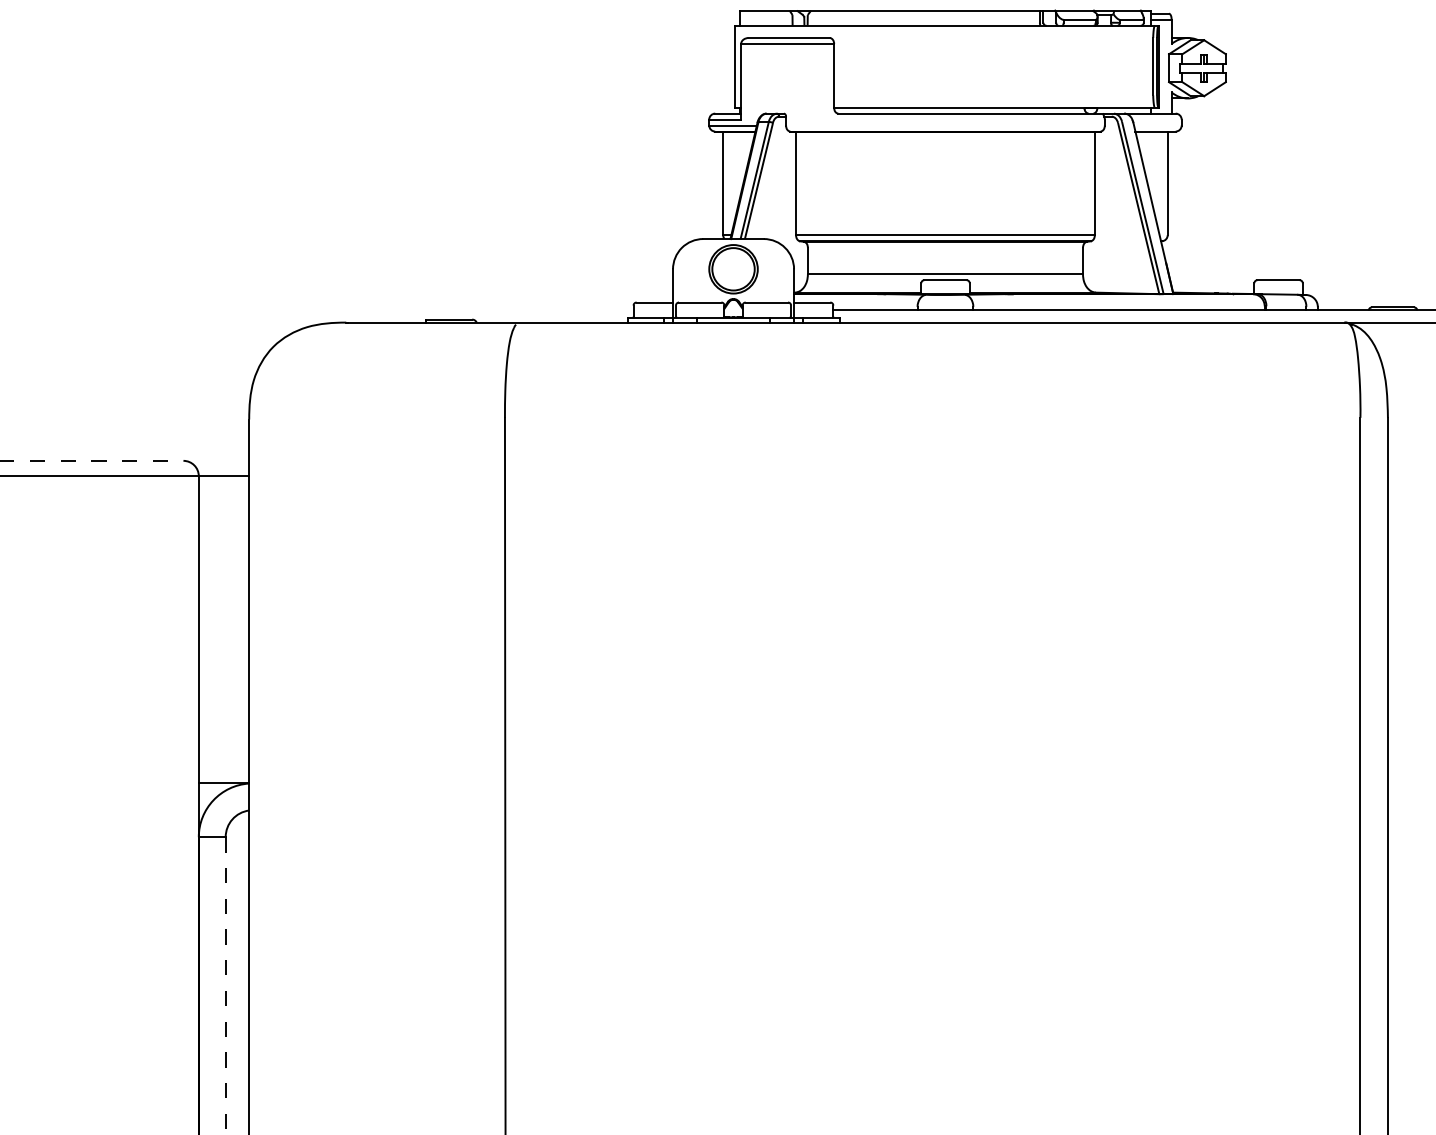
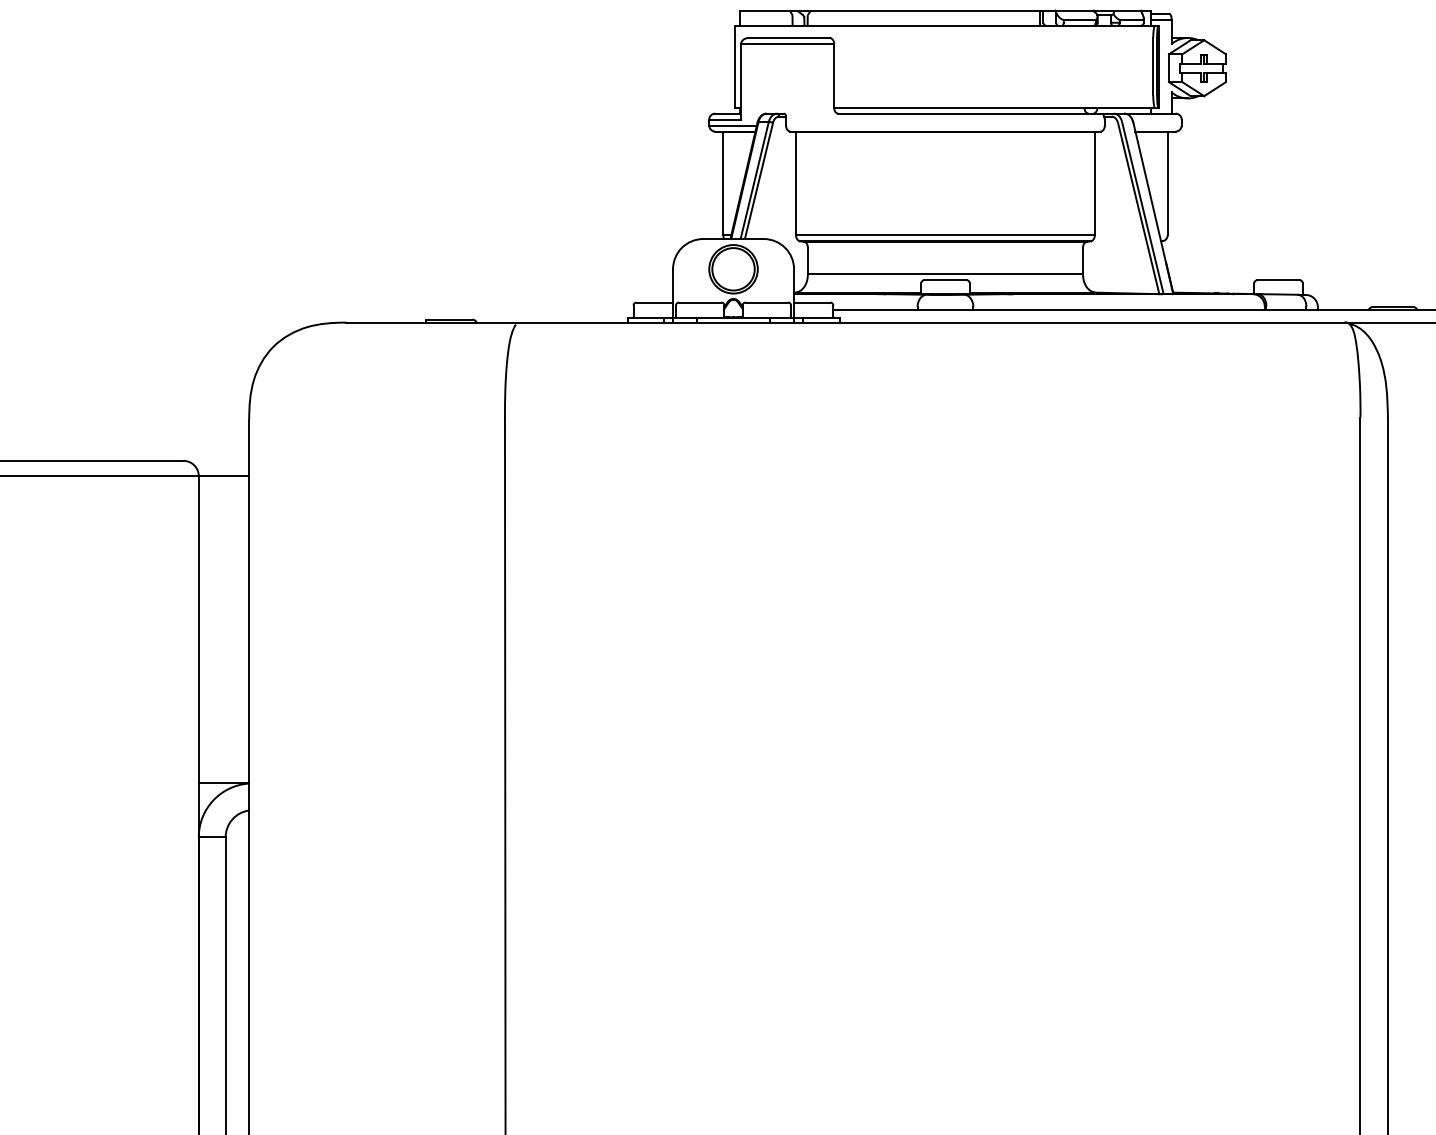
line at (92, 460): dashed -> solid
line at (225, 986): dashed -> solid
